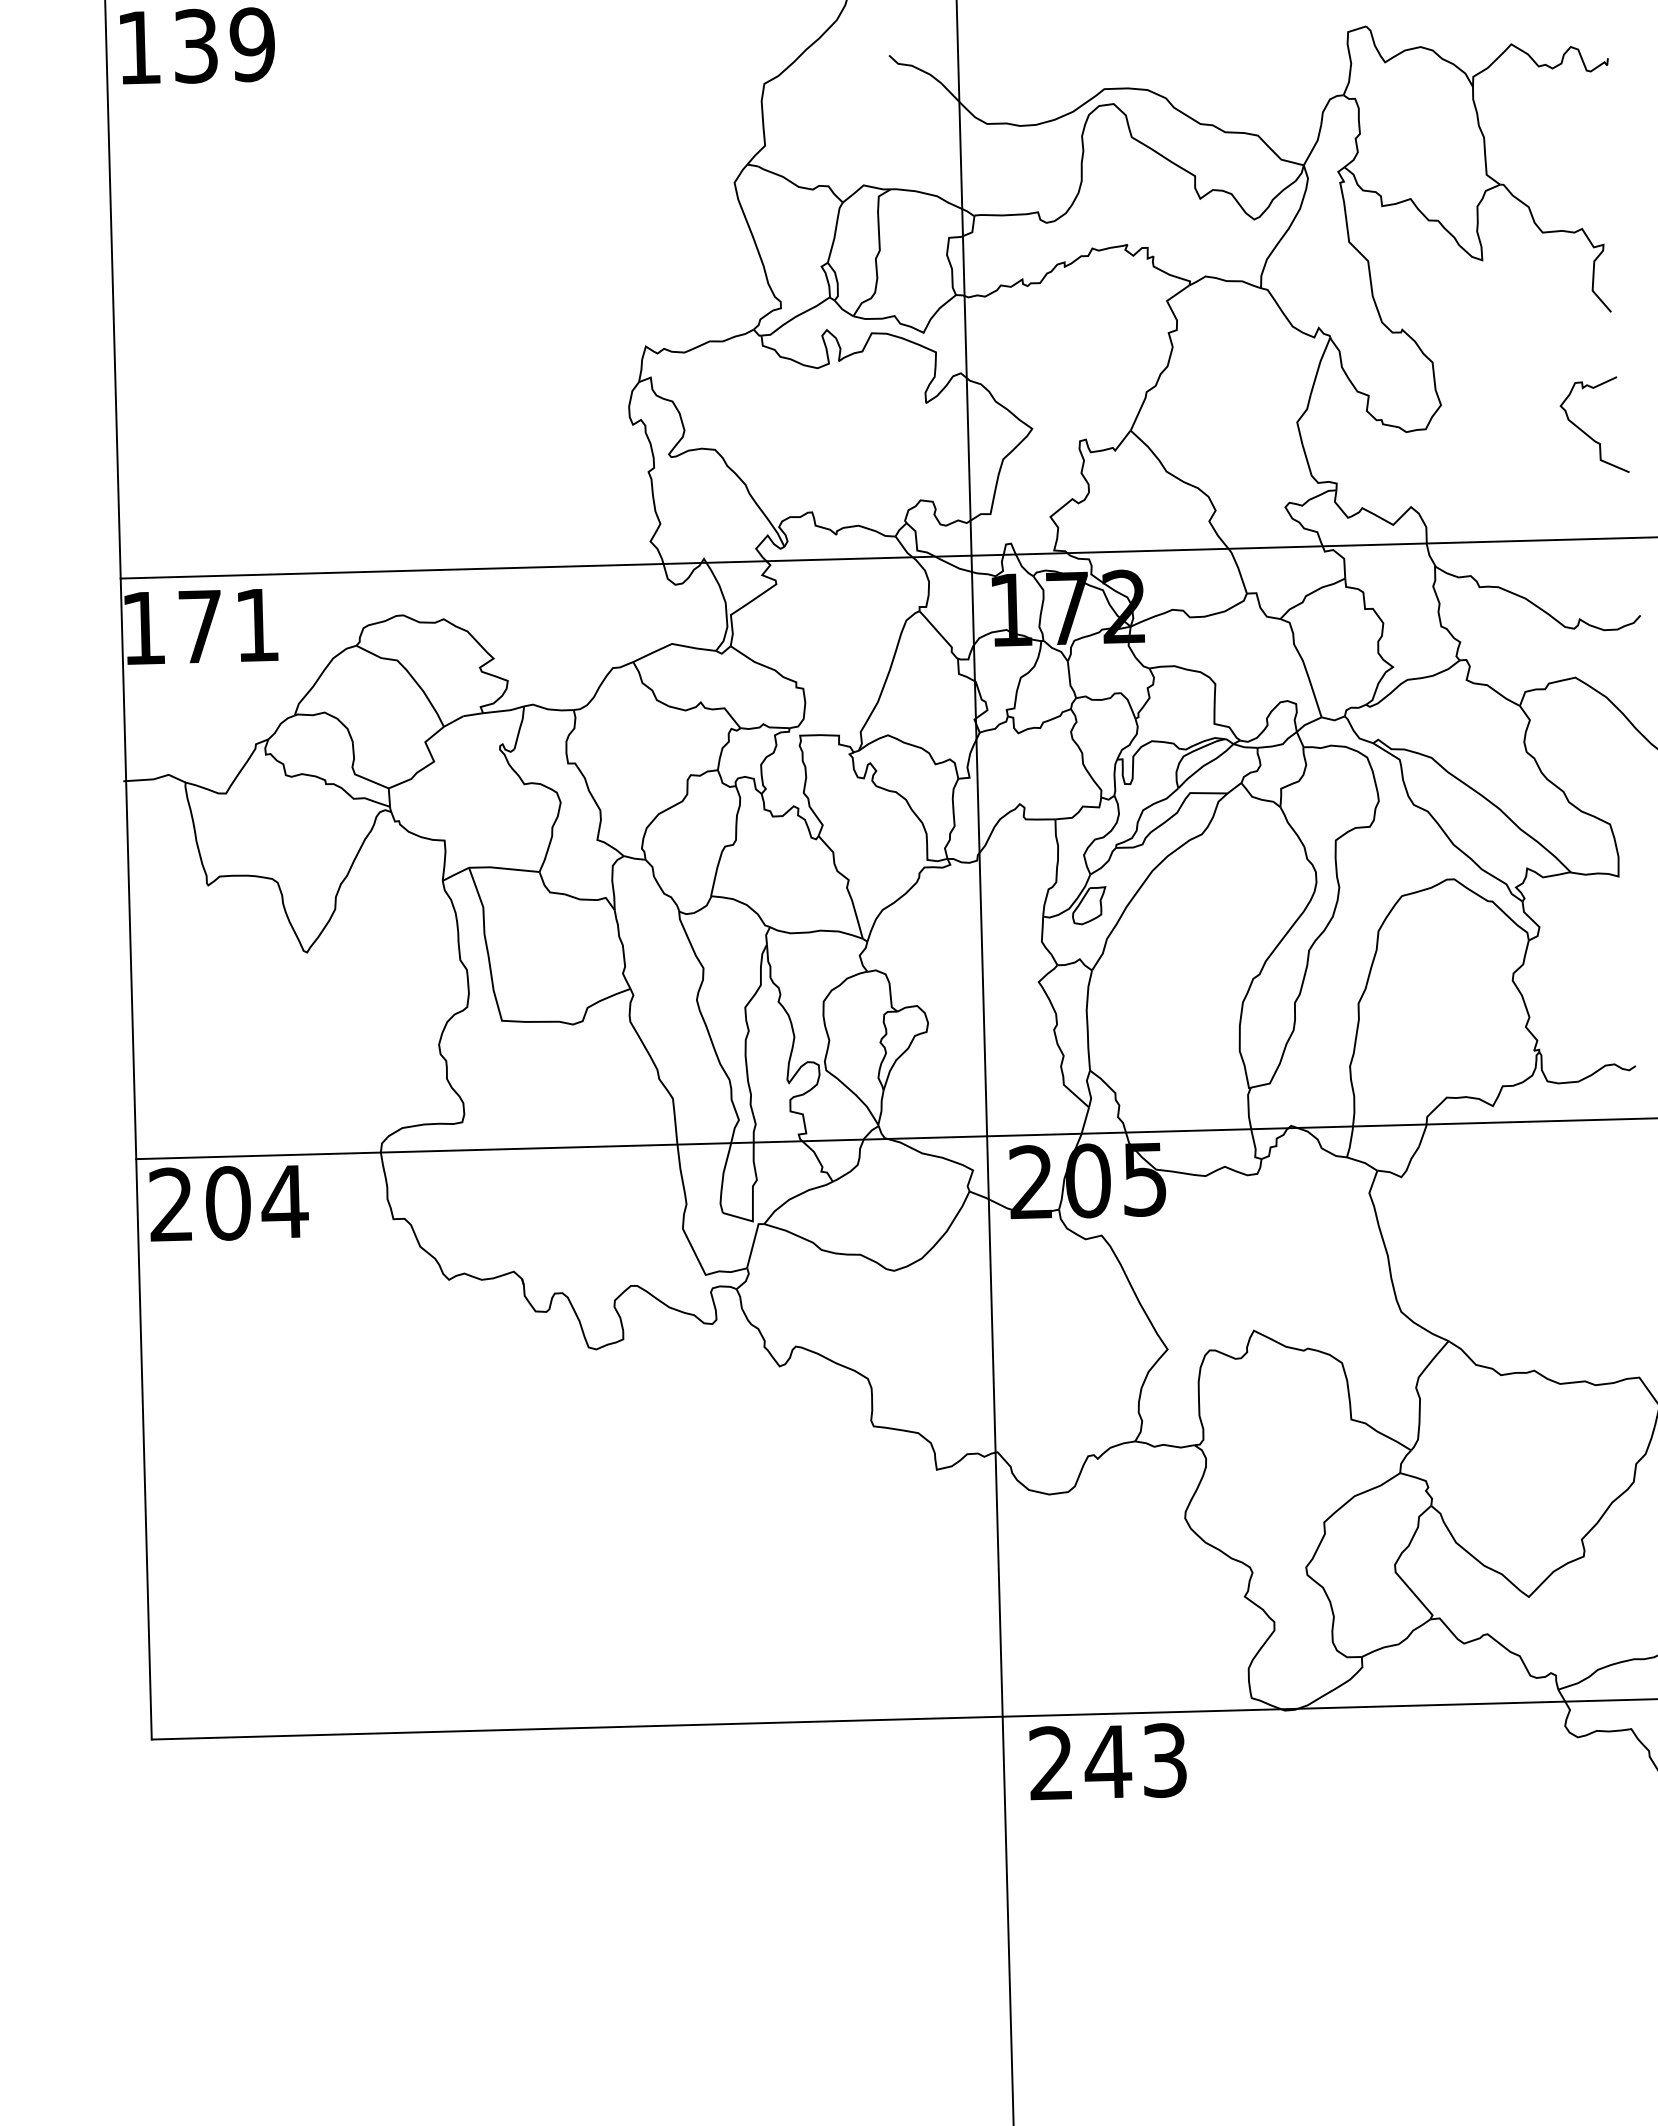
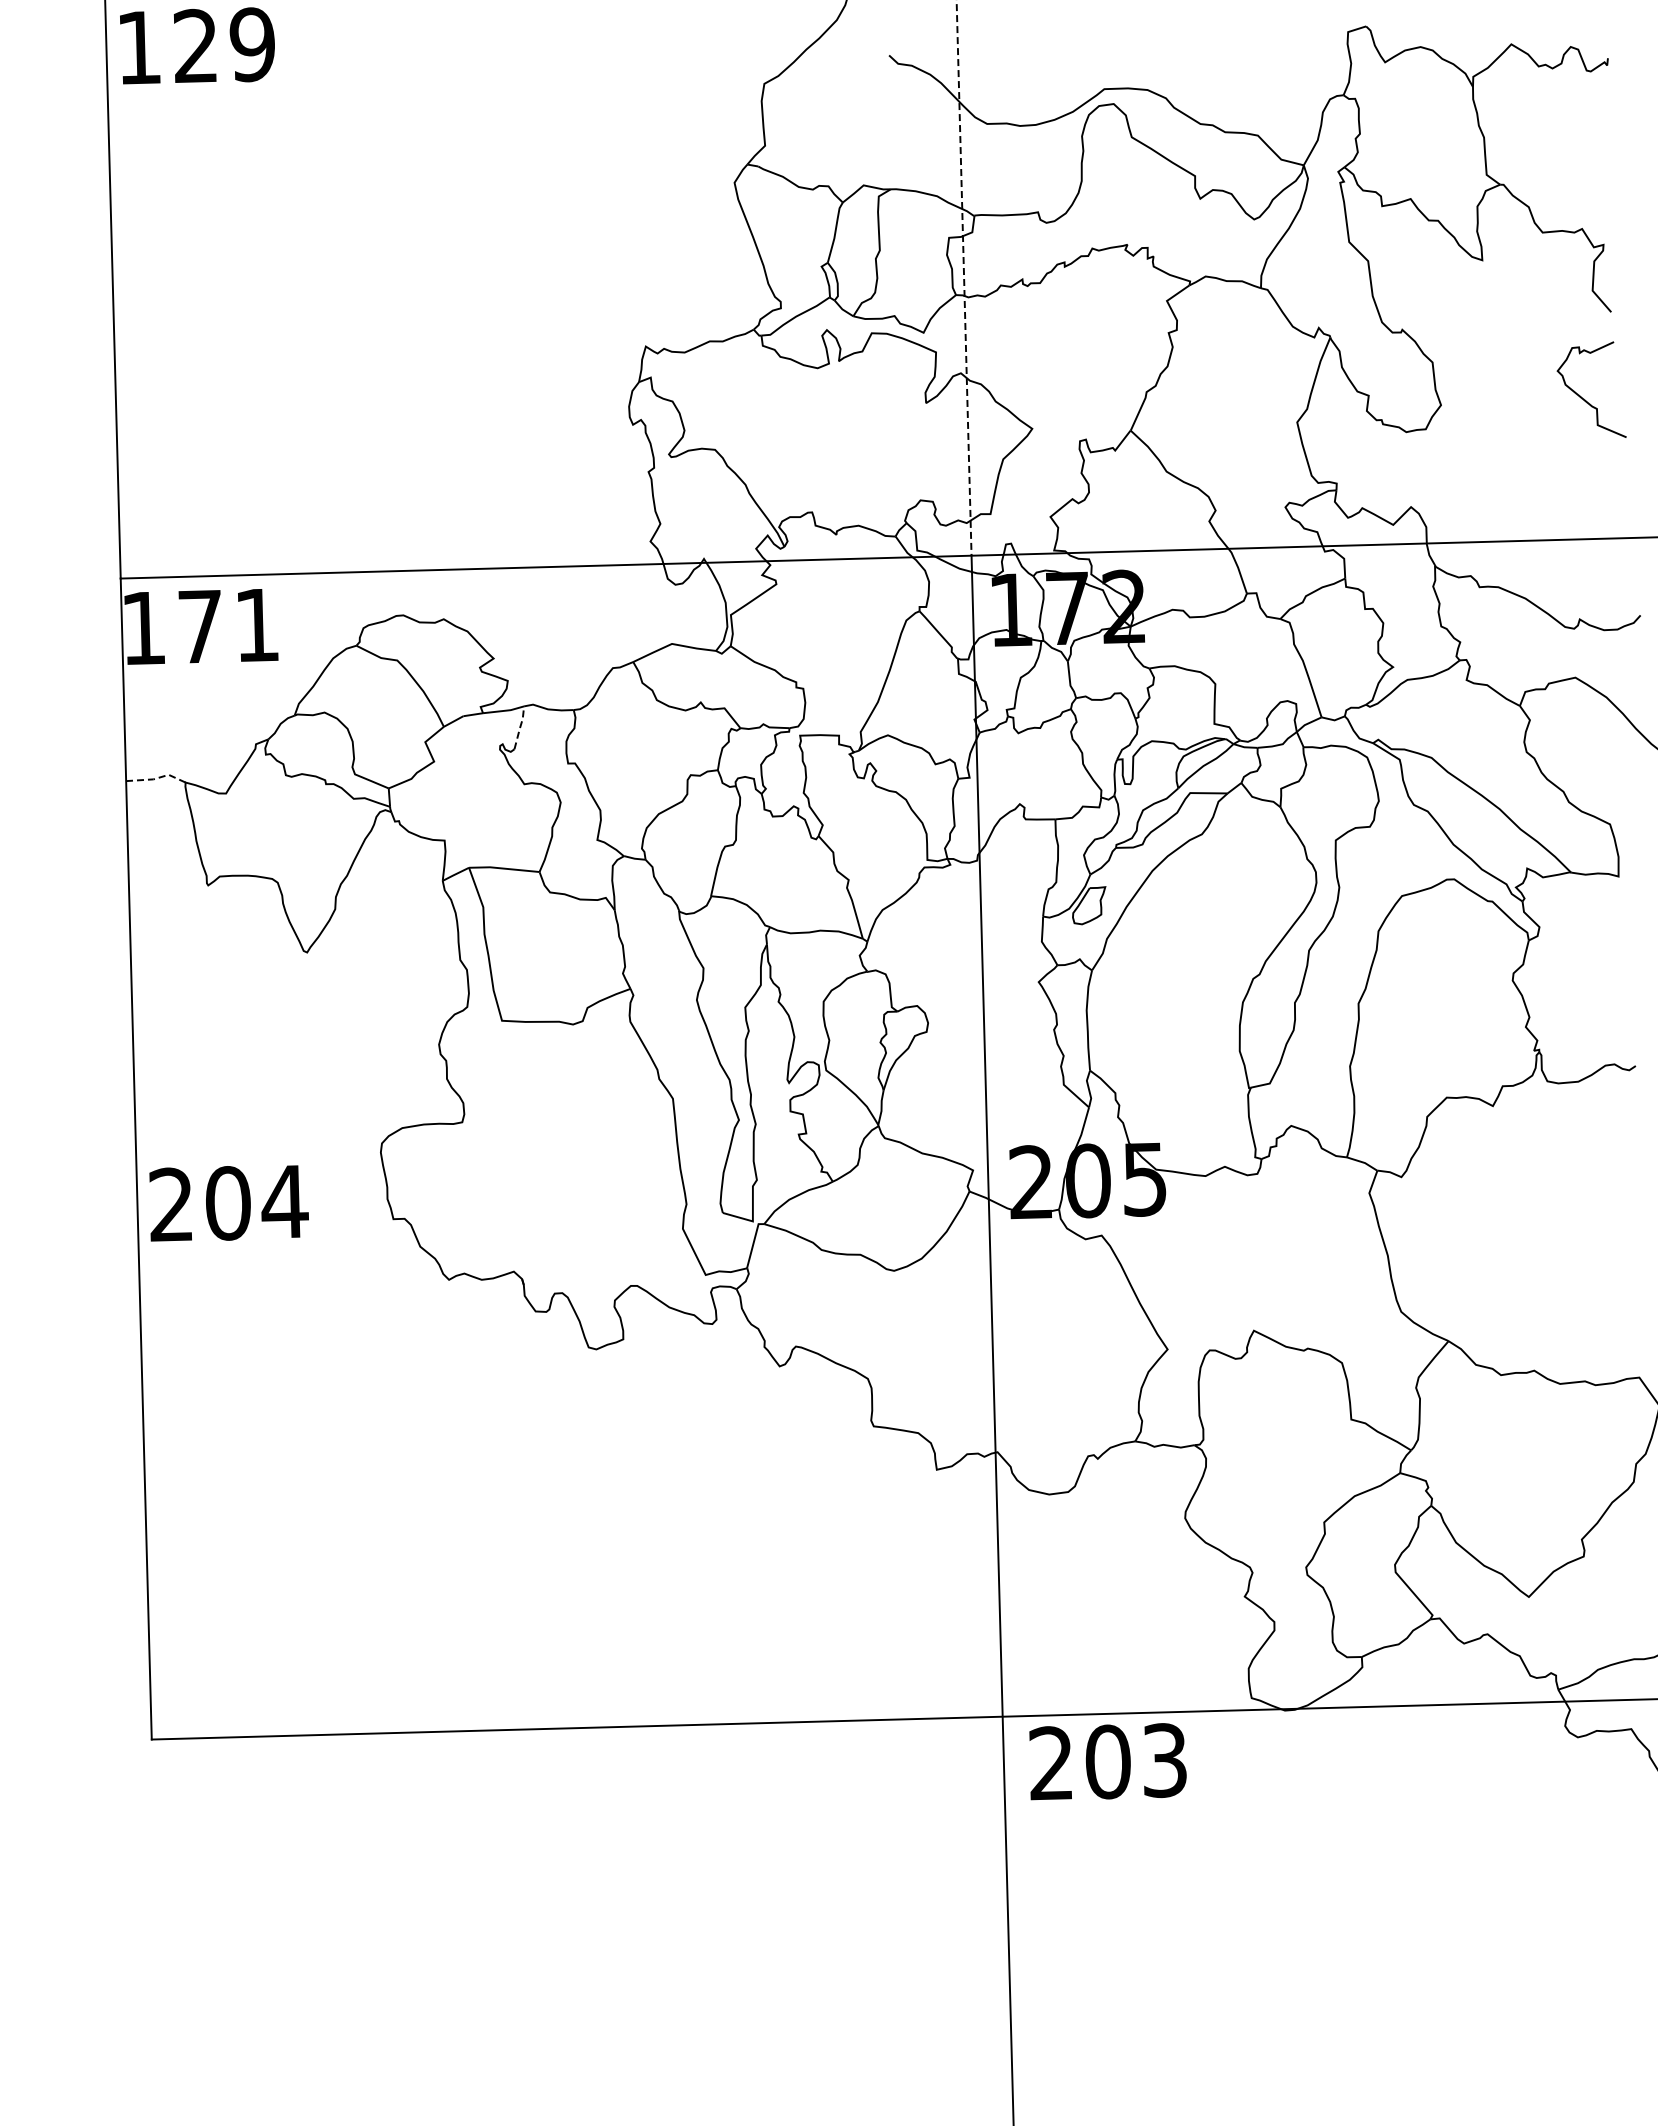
text at (195, 45): 139 -> 129
line at (964, 278): solid -> dashed
curve at (1588, 434) position: (1588, 434) -> (1585, 399)
line at (520, 727): solid -> dashed
line at (155, 778): solid -> dashed
line at (895, 1138): present -> none
text at (1108, 1761): 243 -> 203
